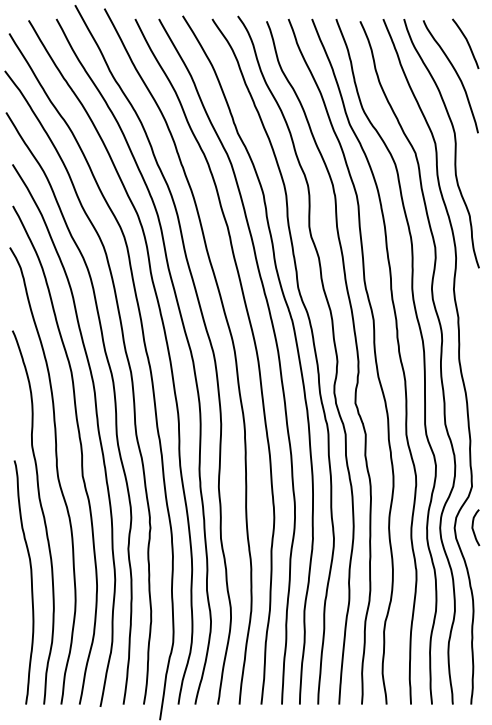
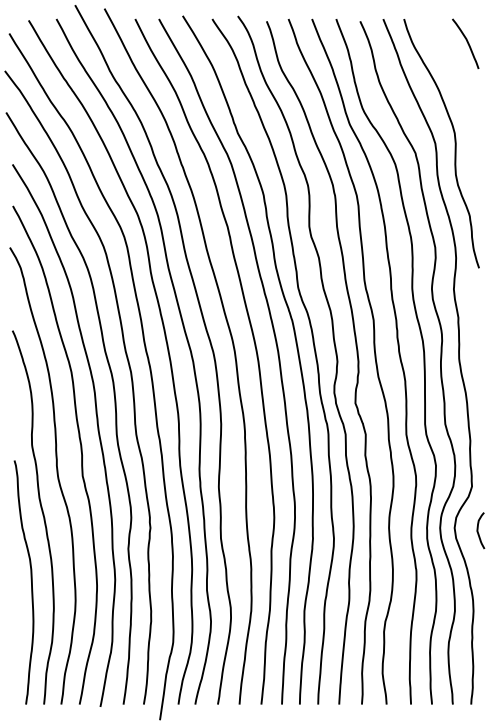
curve at (455, 73): present -> none
curve at (473, 527) position: (473, 527) -> (478, 530)
